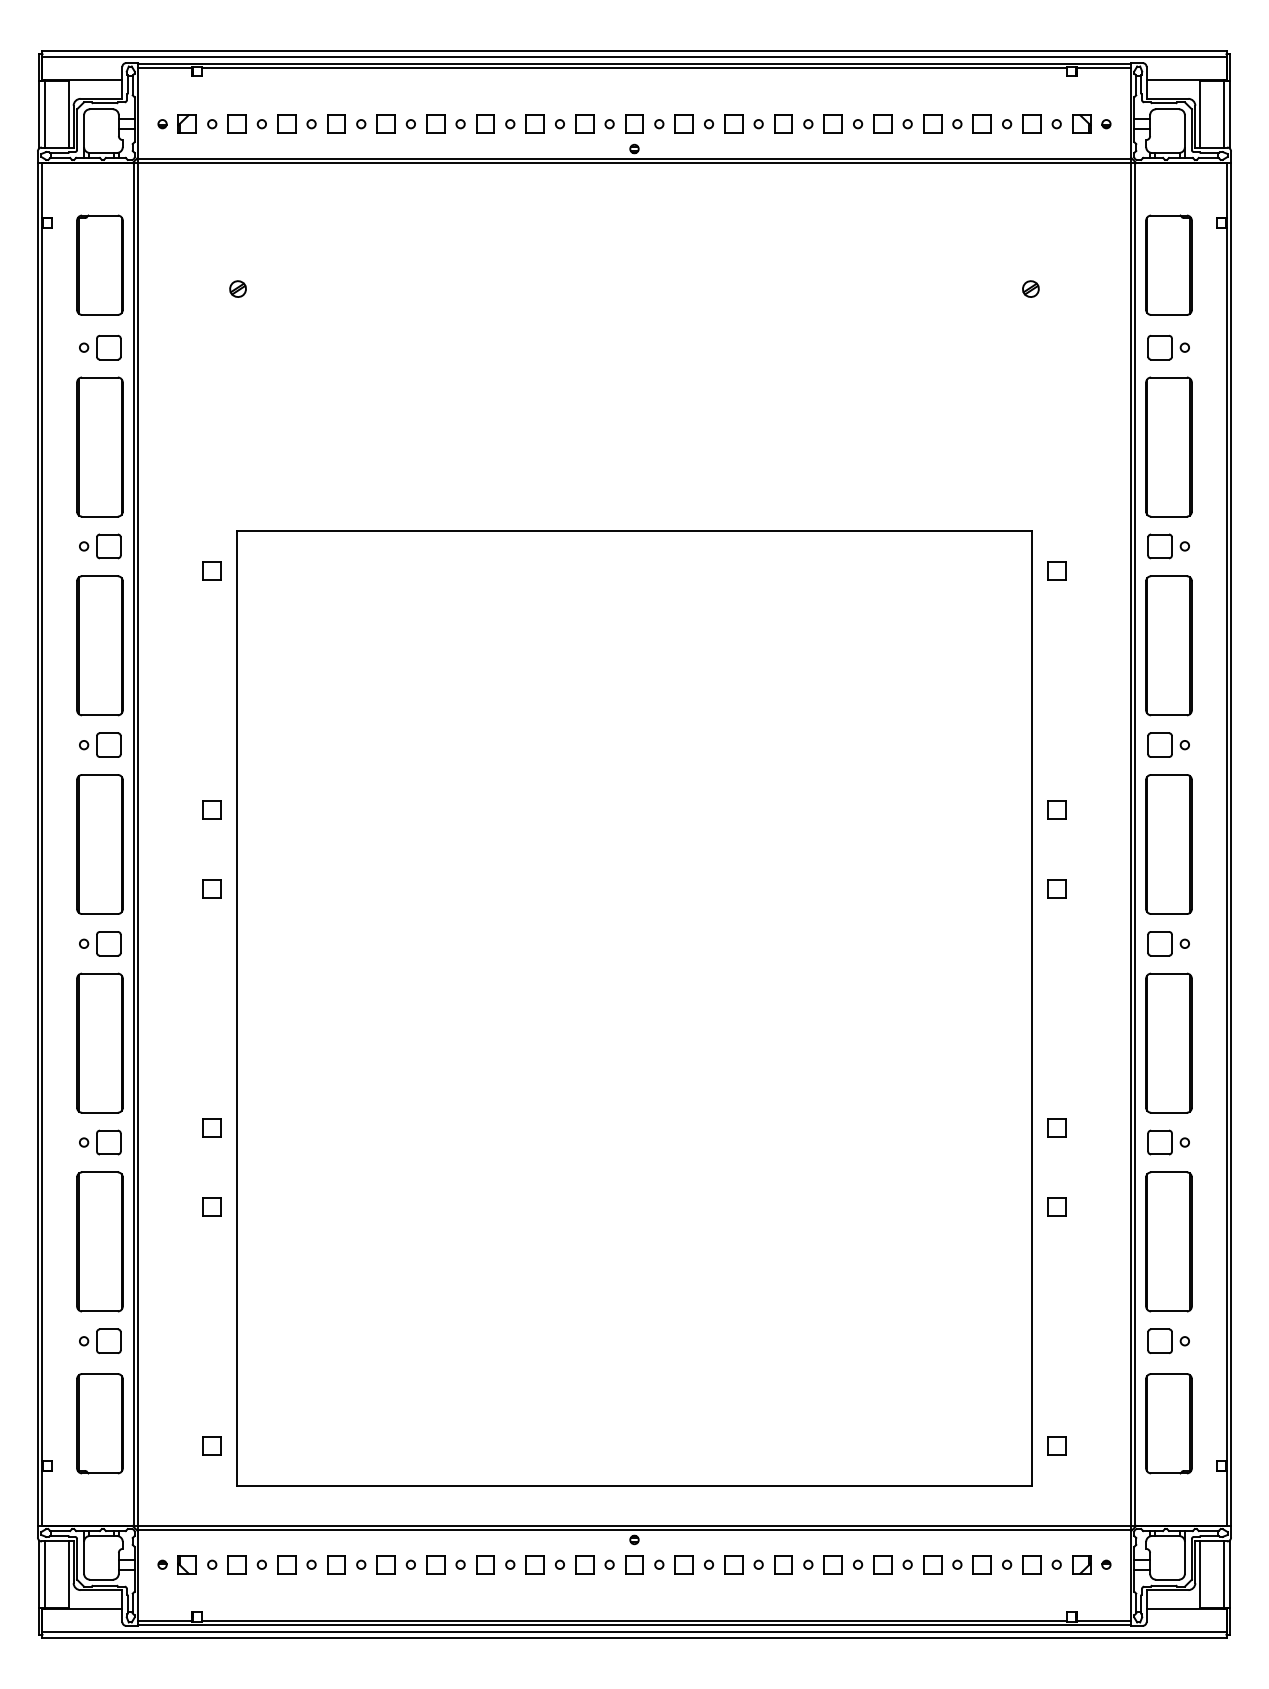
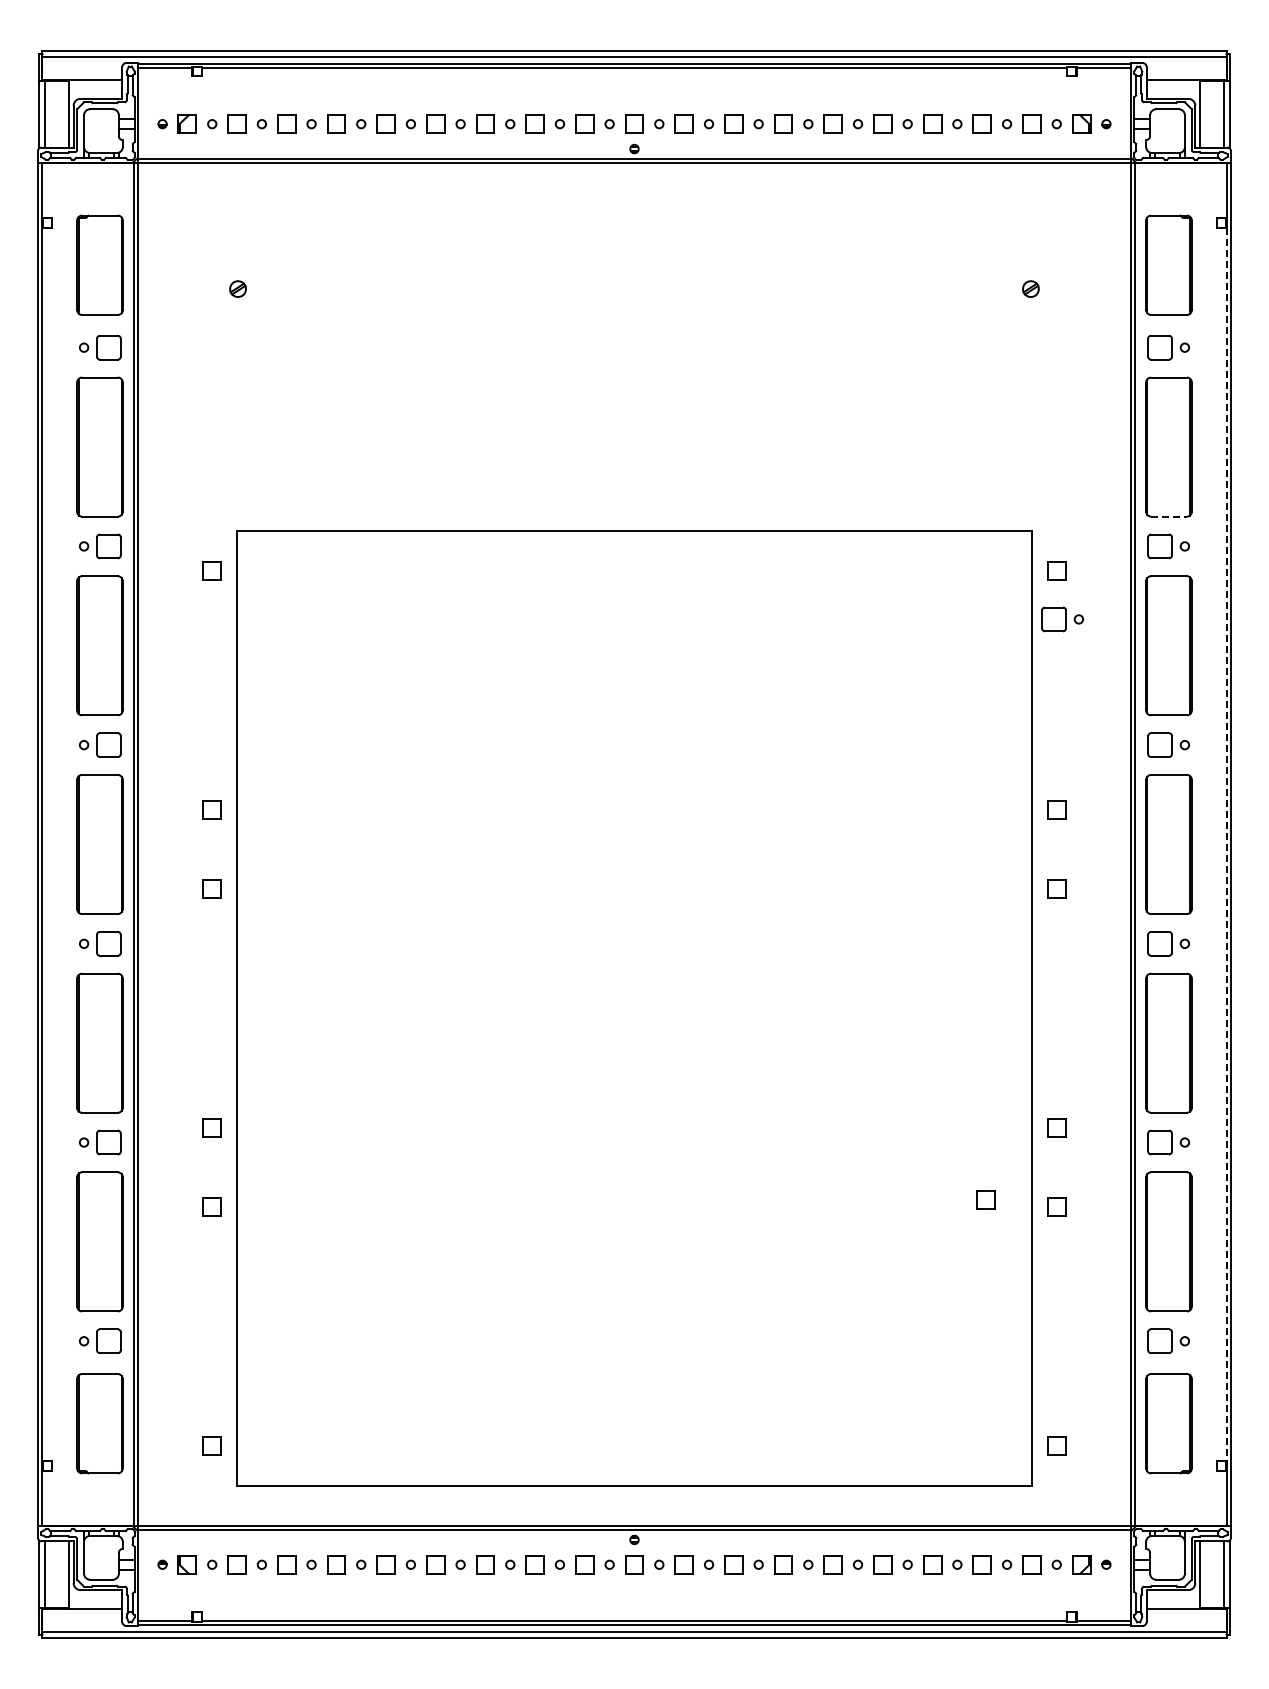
line at (1169, 516): solid -> dashed
part at (1062, 619): none -> present
line at (1226, 844): solid -> dashed
part at (985, 1199): none -> present
